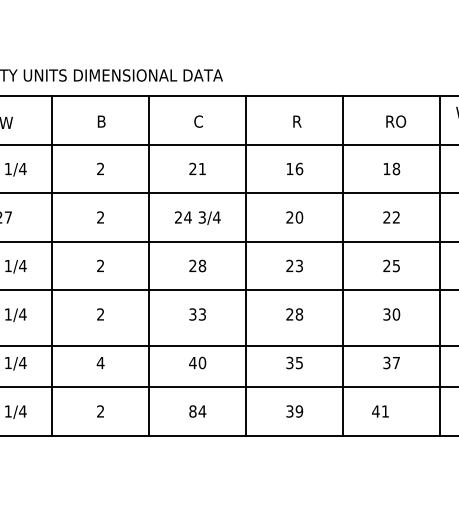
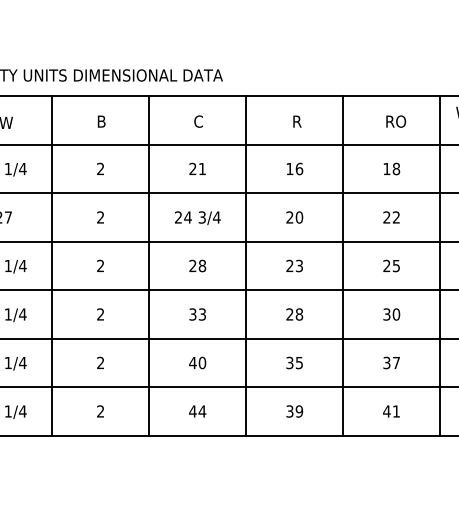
line at (228, 345) position: (228, 345) -> (228, 338)
text at (100, 362): 4 -> 2
text at (192, 411): 84 -> 44
text at (380, 411) position: (380, 411) -> (391, 411)
